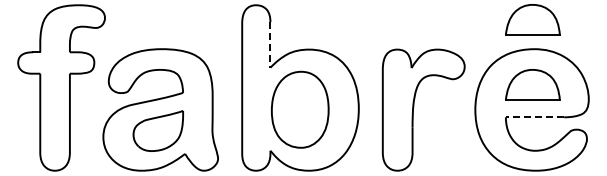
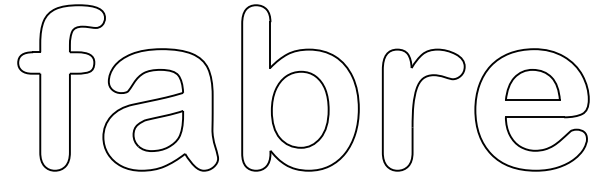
part at (532, 19): present -> none
line at (270, 44): dashed -> solid
line at (534, 117): dashed -> solid
